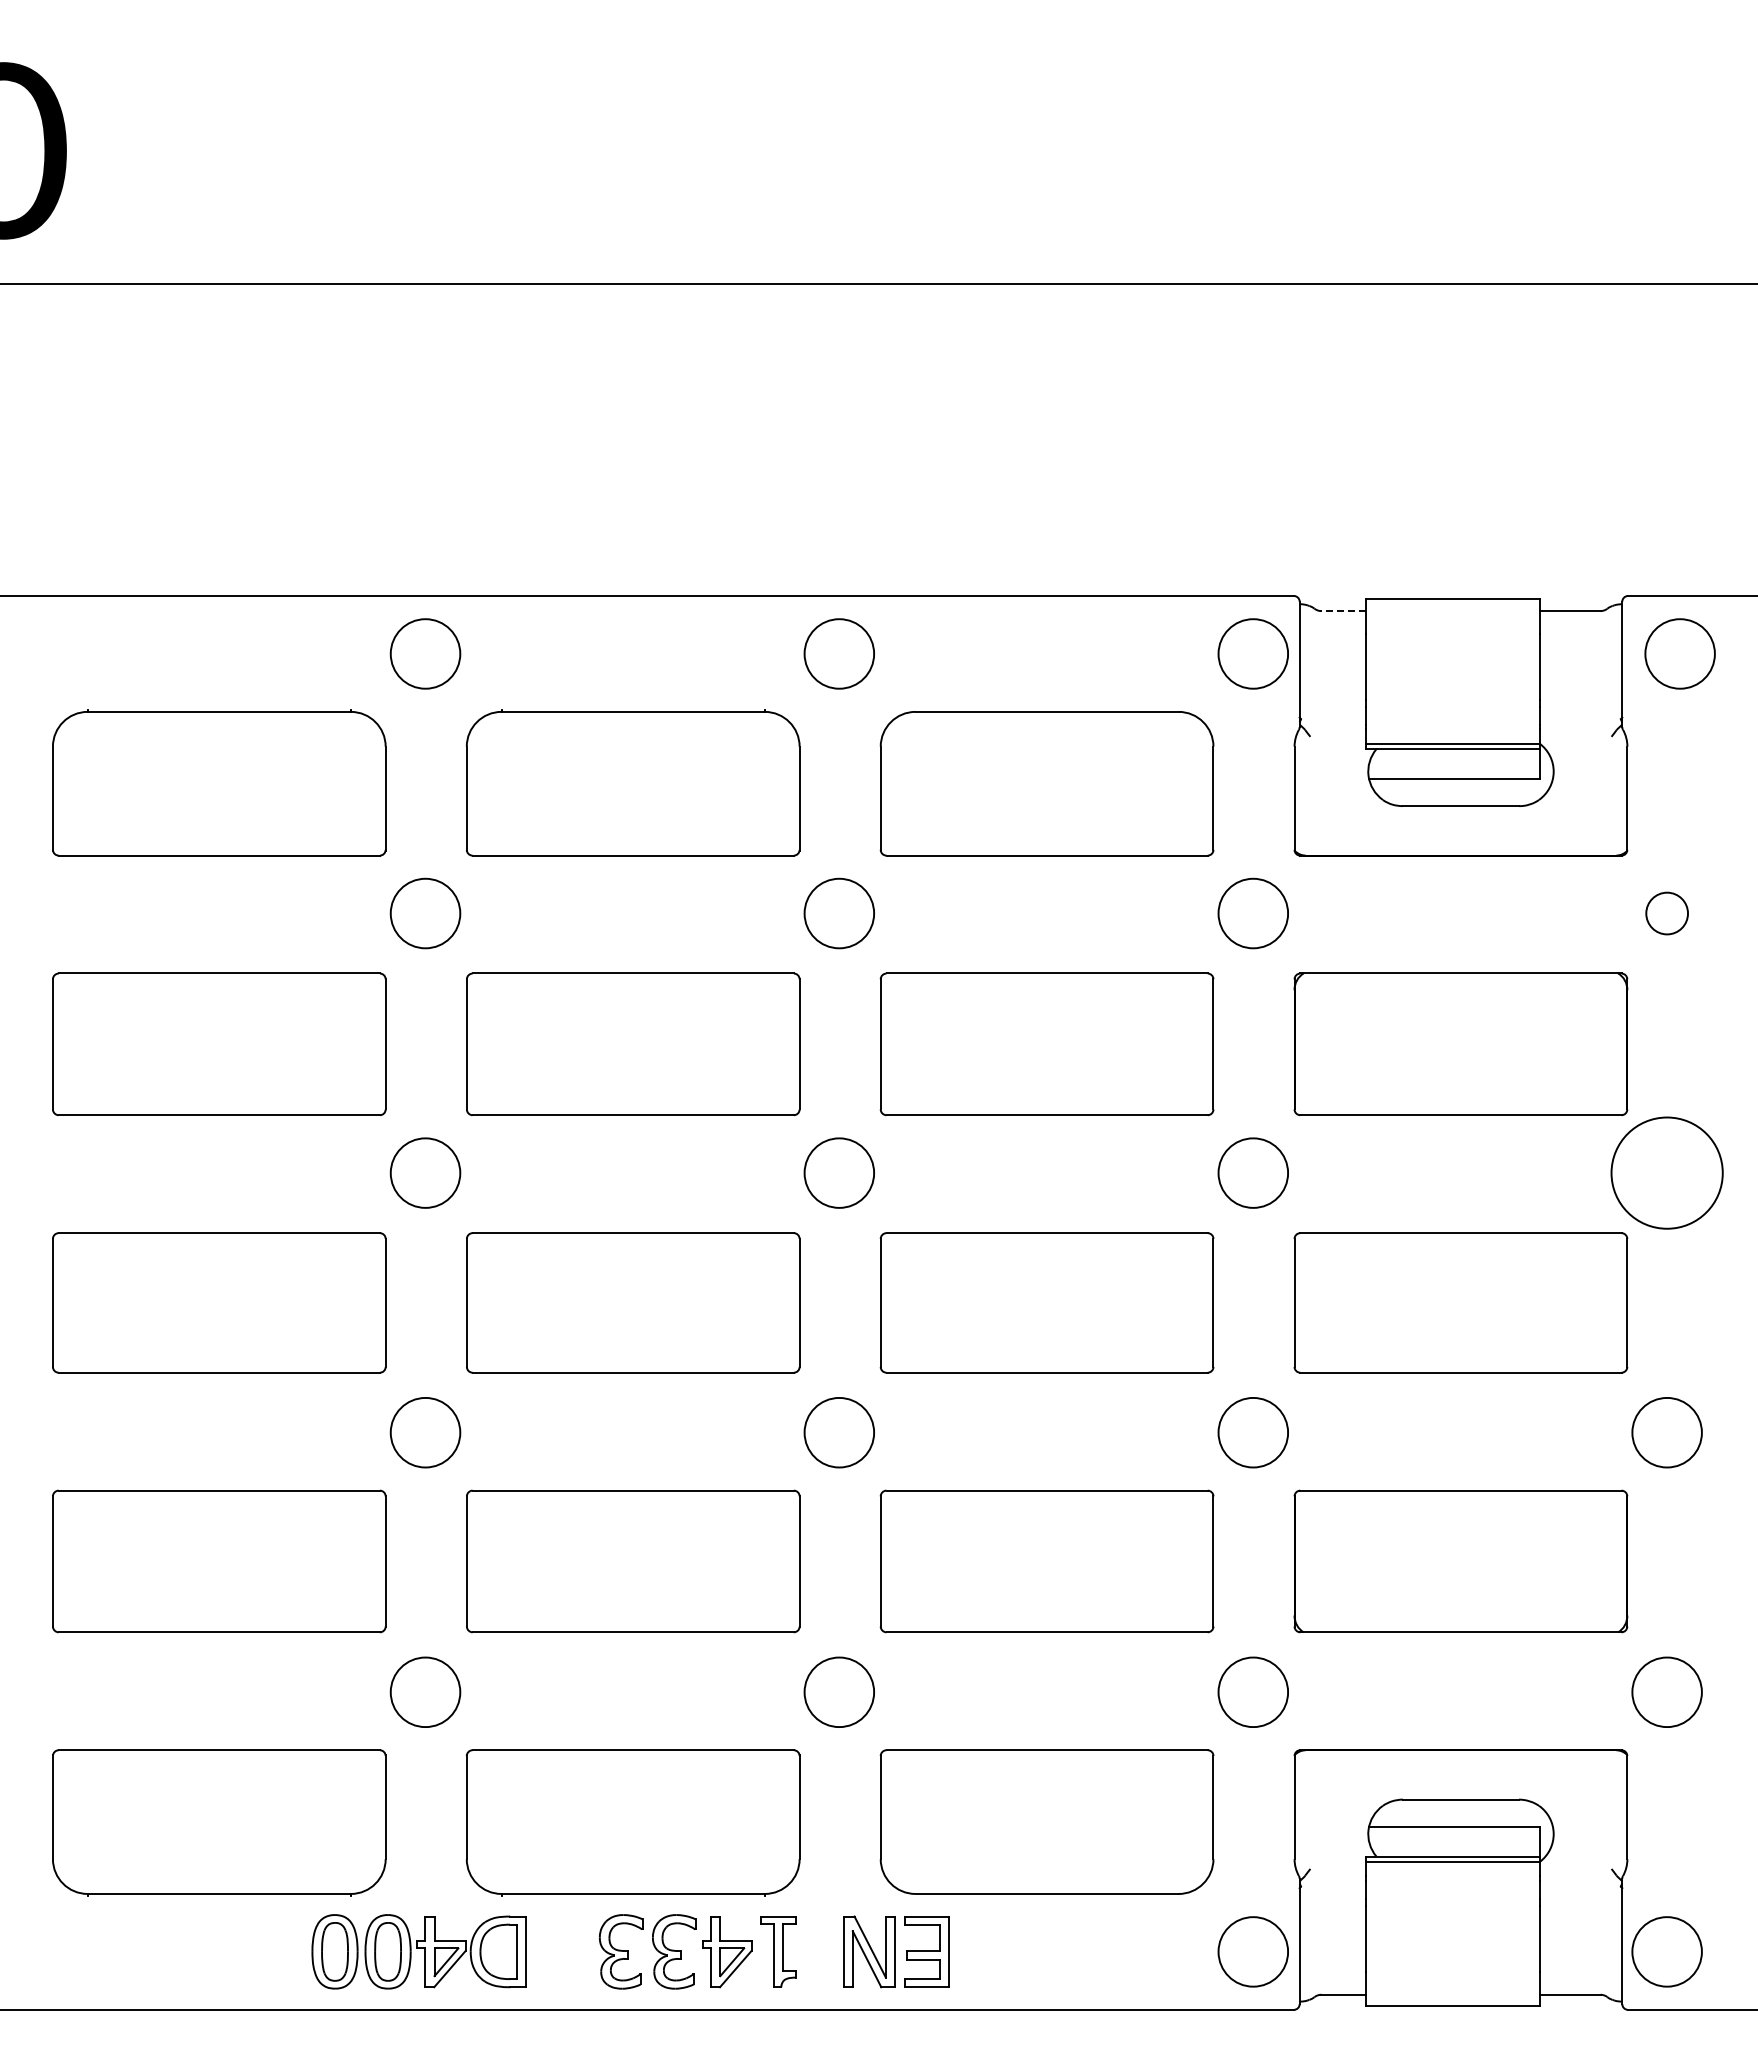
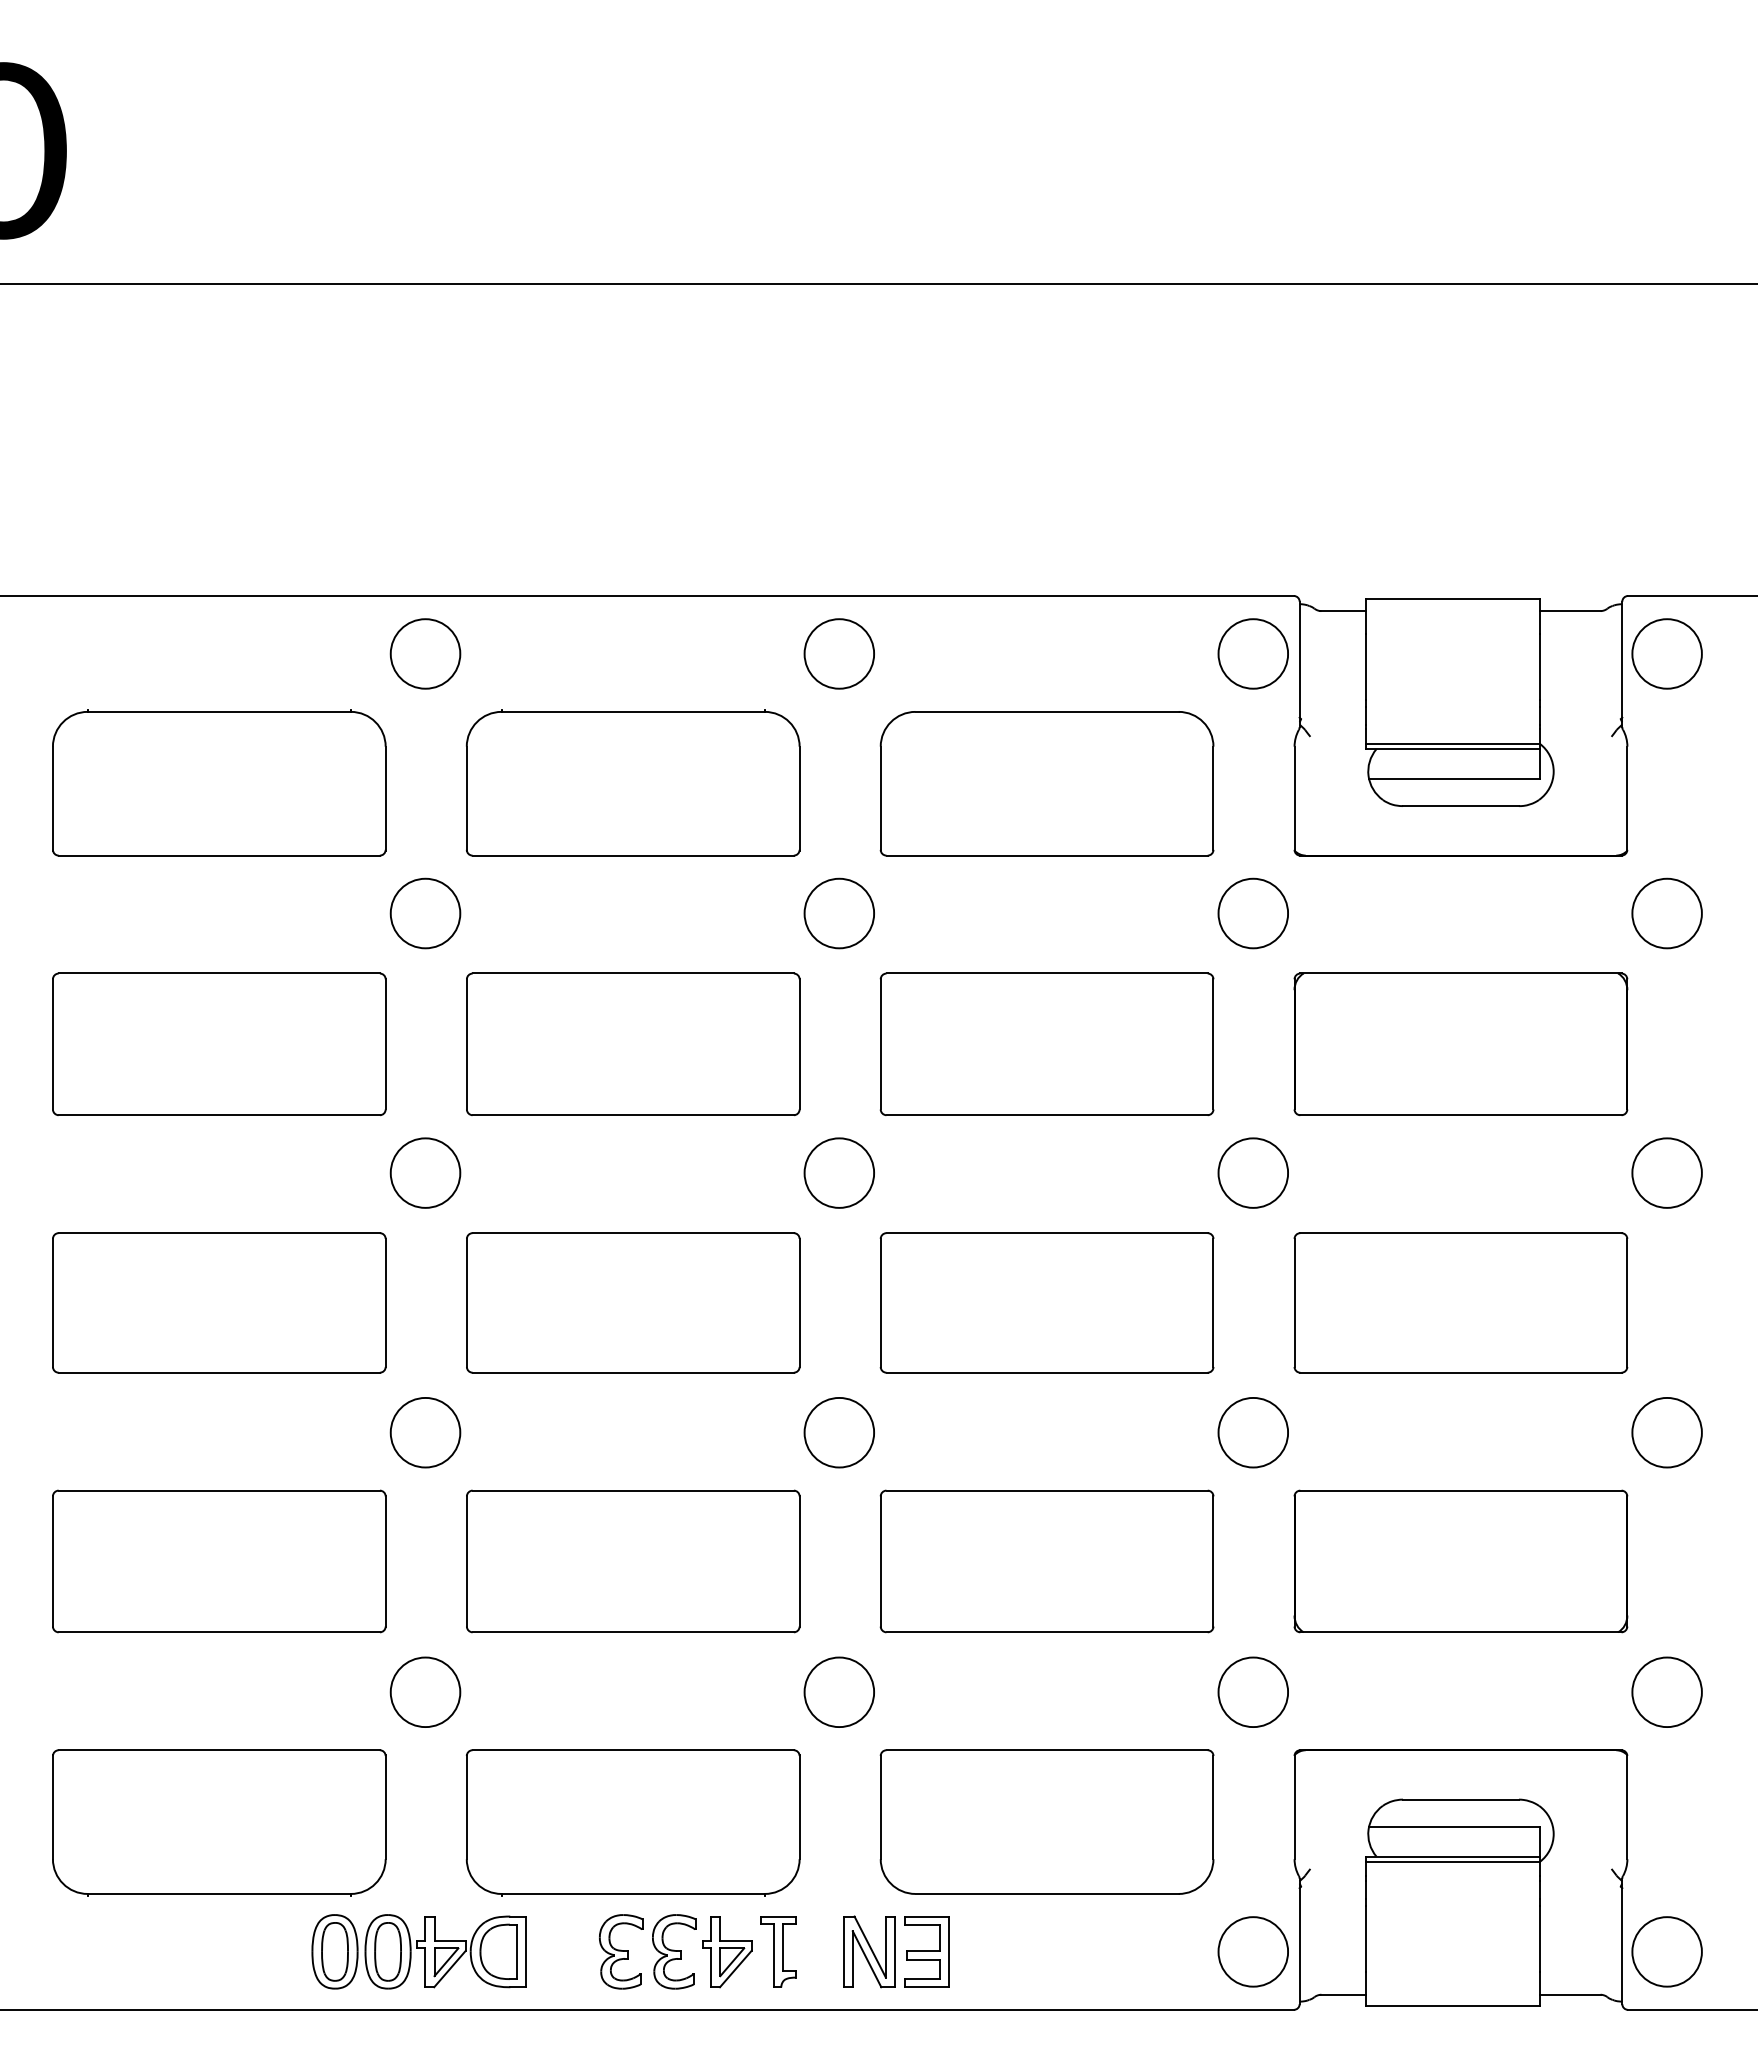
line at (1343, 611): dashed -> solid
circle at (1679, 653) position: (1679, 653) -> (1666, 653)
circle at (1667, 913) diameter: 42 px -> 70 px
circle at (1666, 1172) diameter: 111 px -> 70 px
